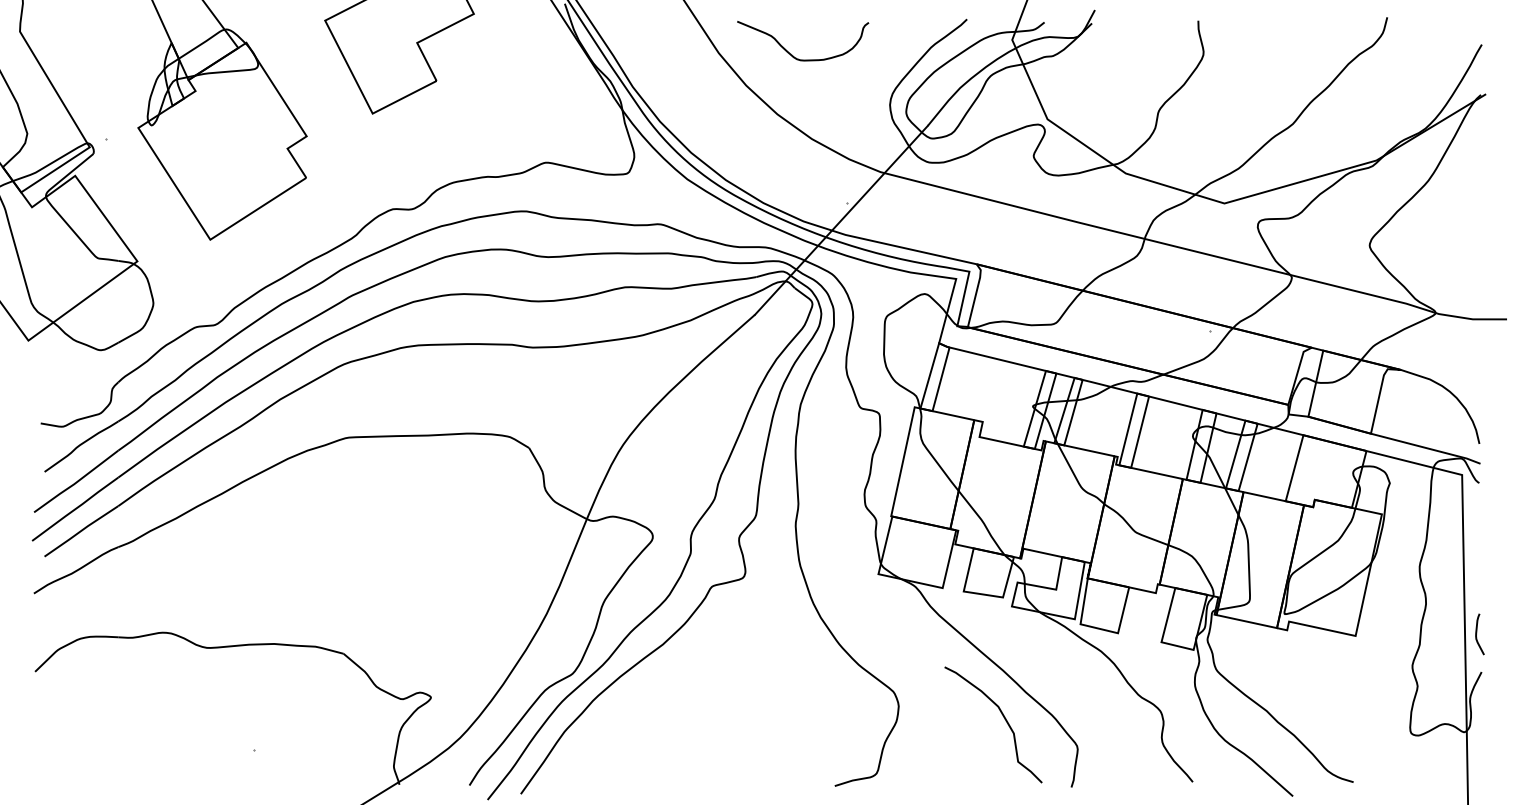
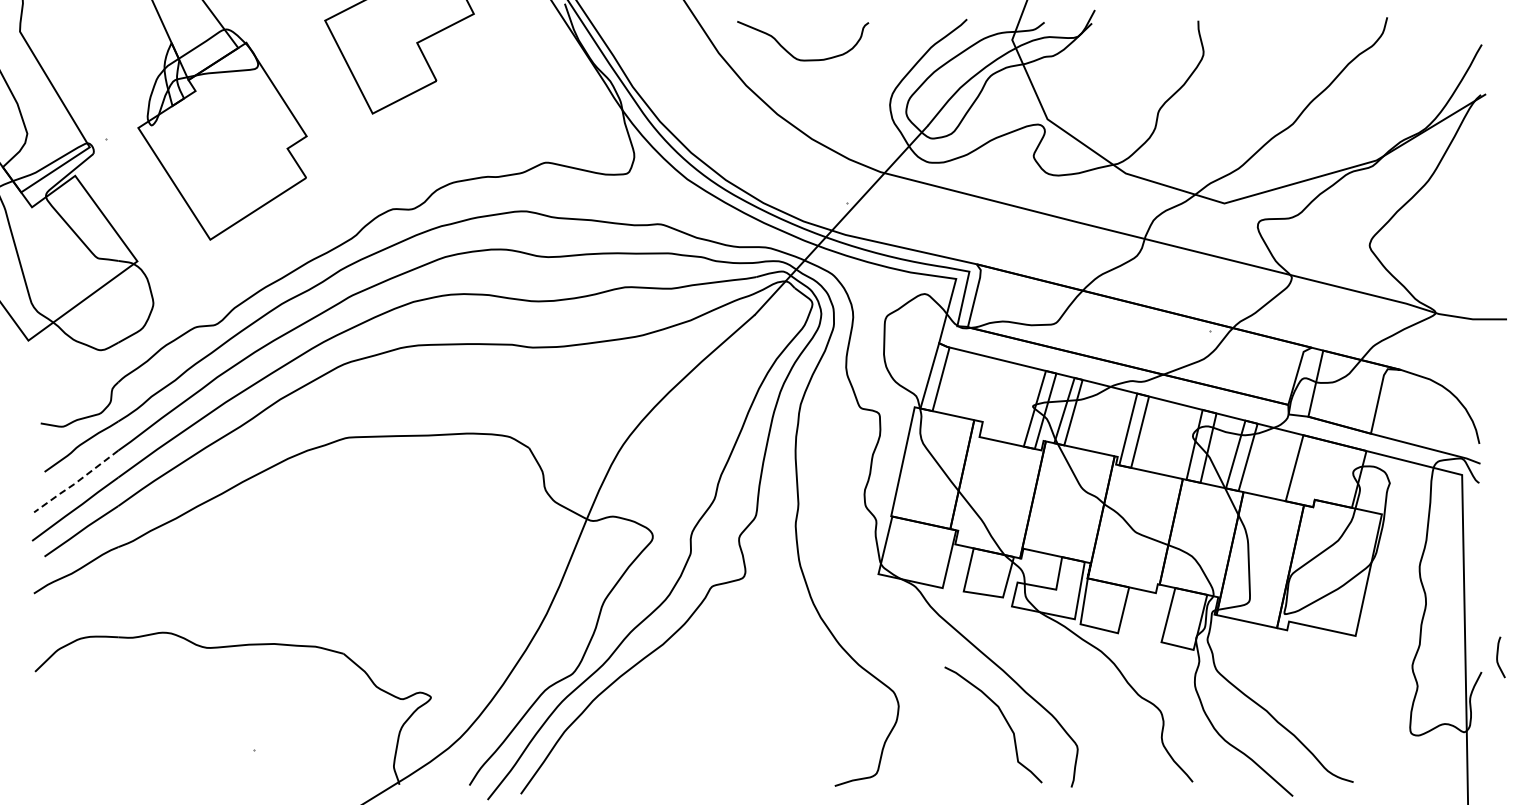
line at (75, 483): solid -> dashed
curve at (1477, 633) position: (1477, 633) -> (1498, 656)
